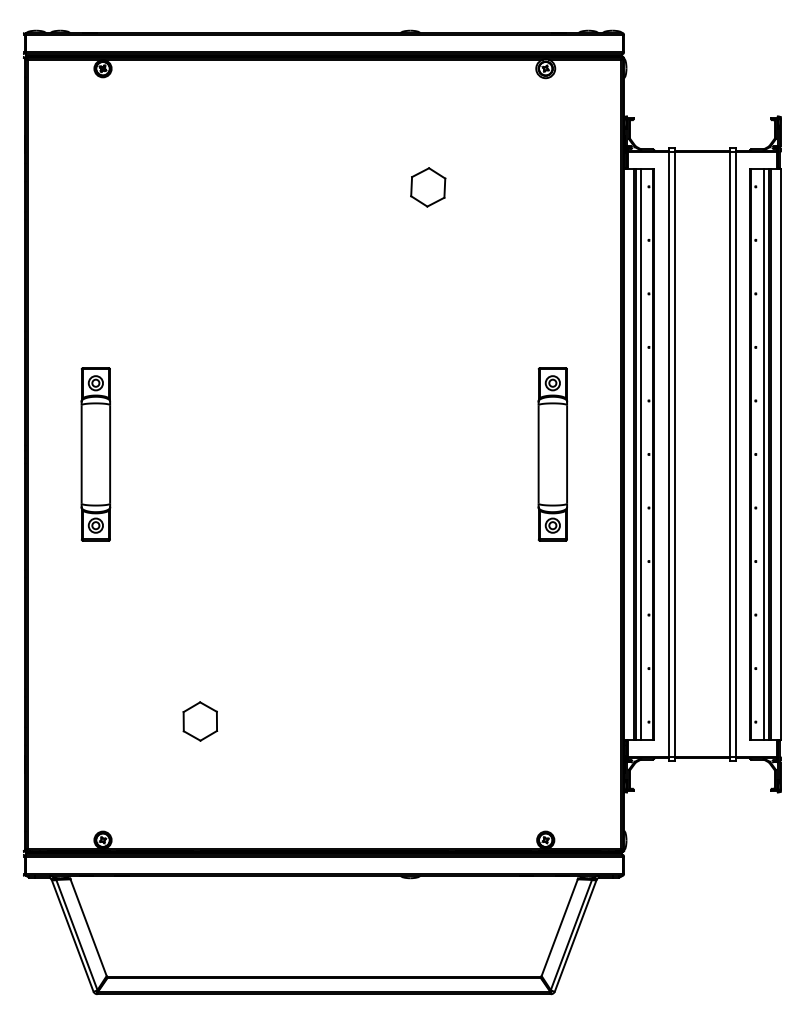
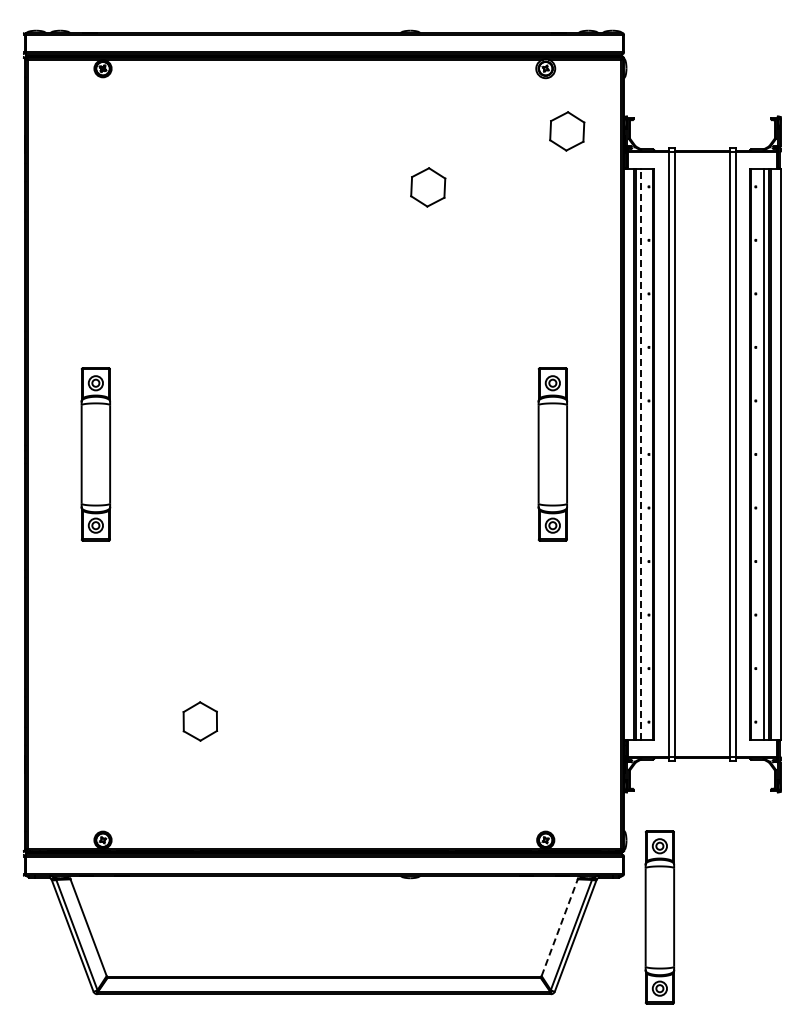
part at (567, 131): none -> present
line at (641, 453): solid -> dashed
part at (659, 917): none -> present
line at (559, 927): solid -> dashed
